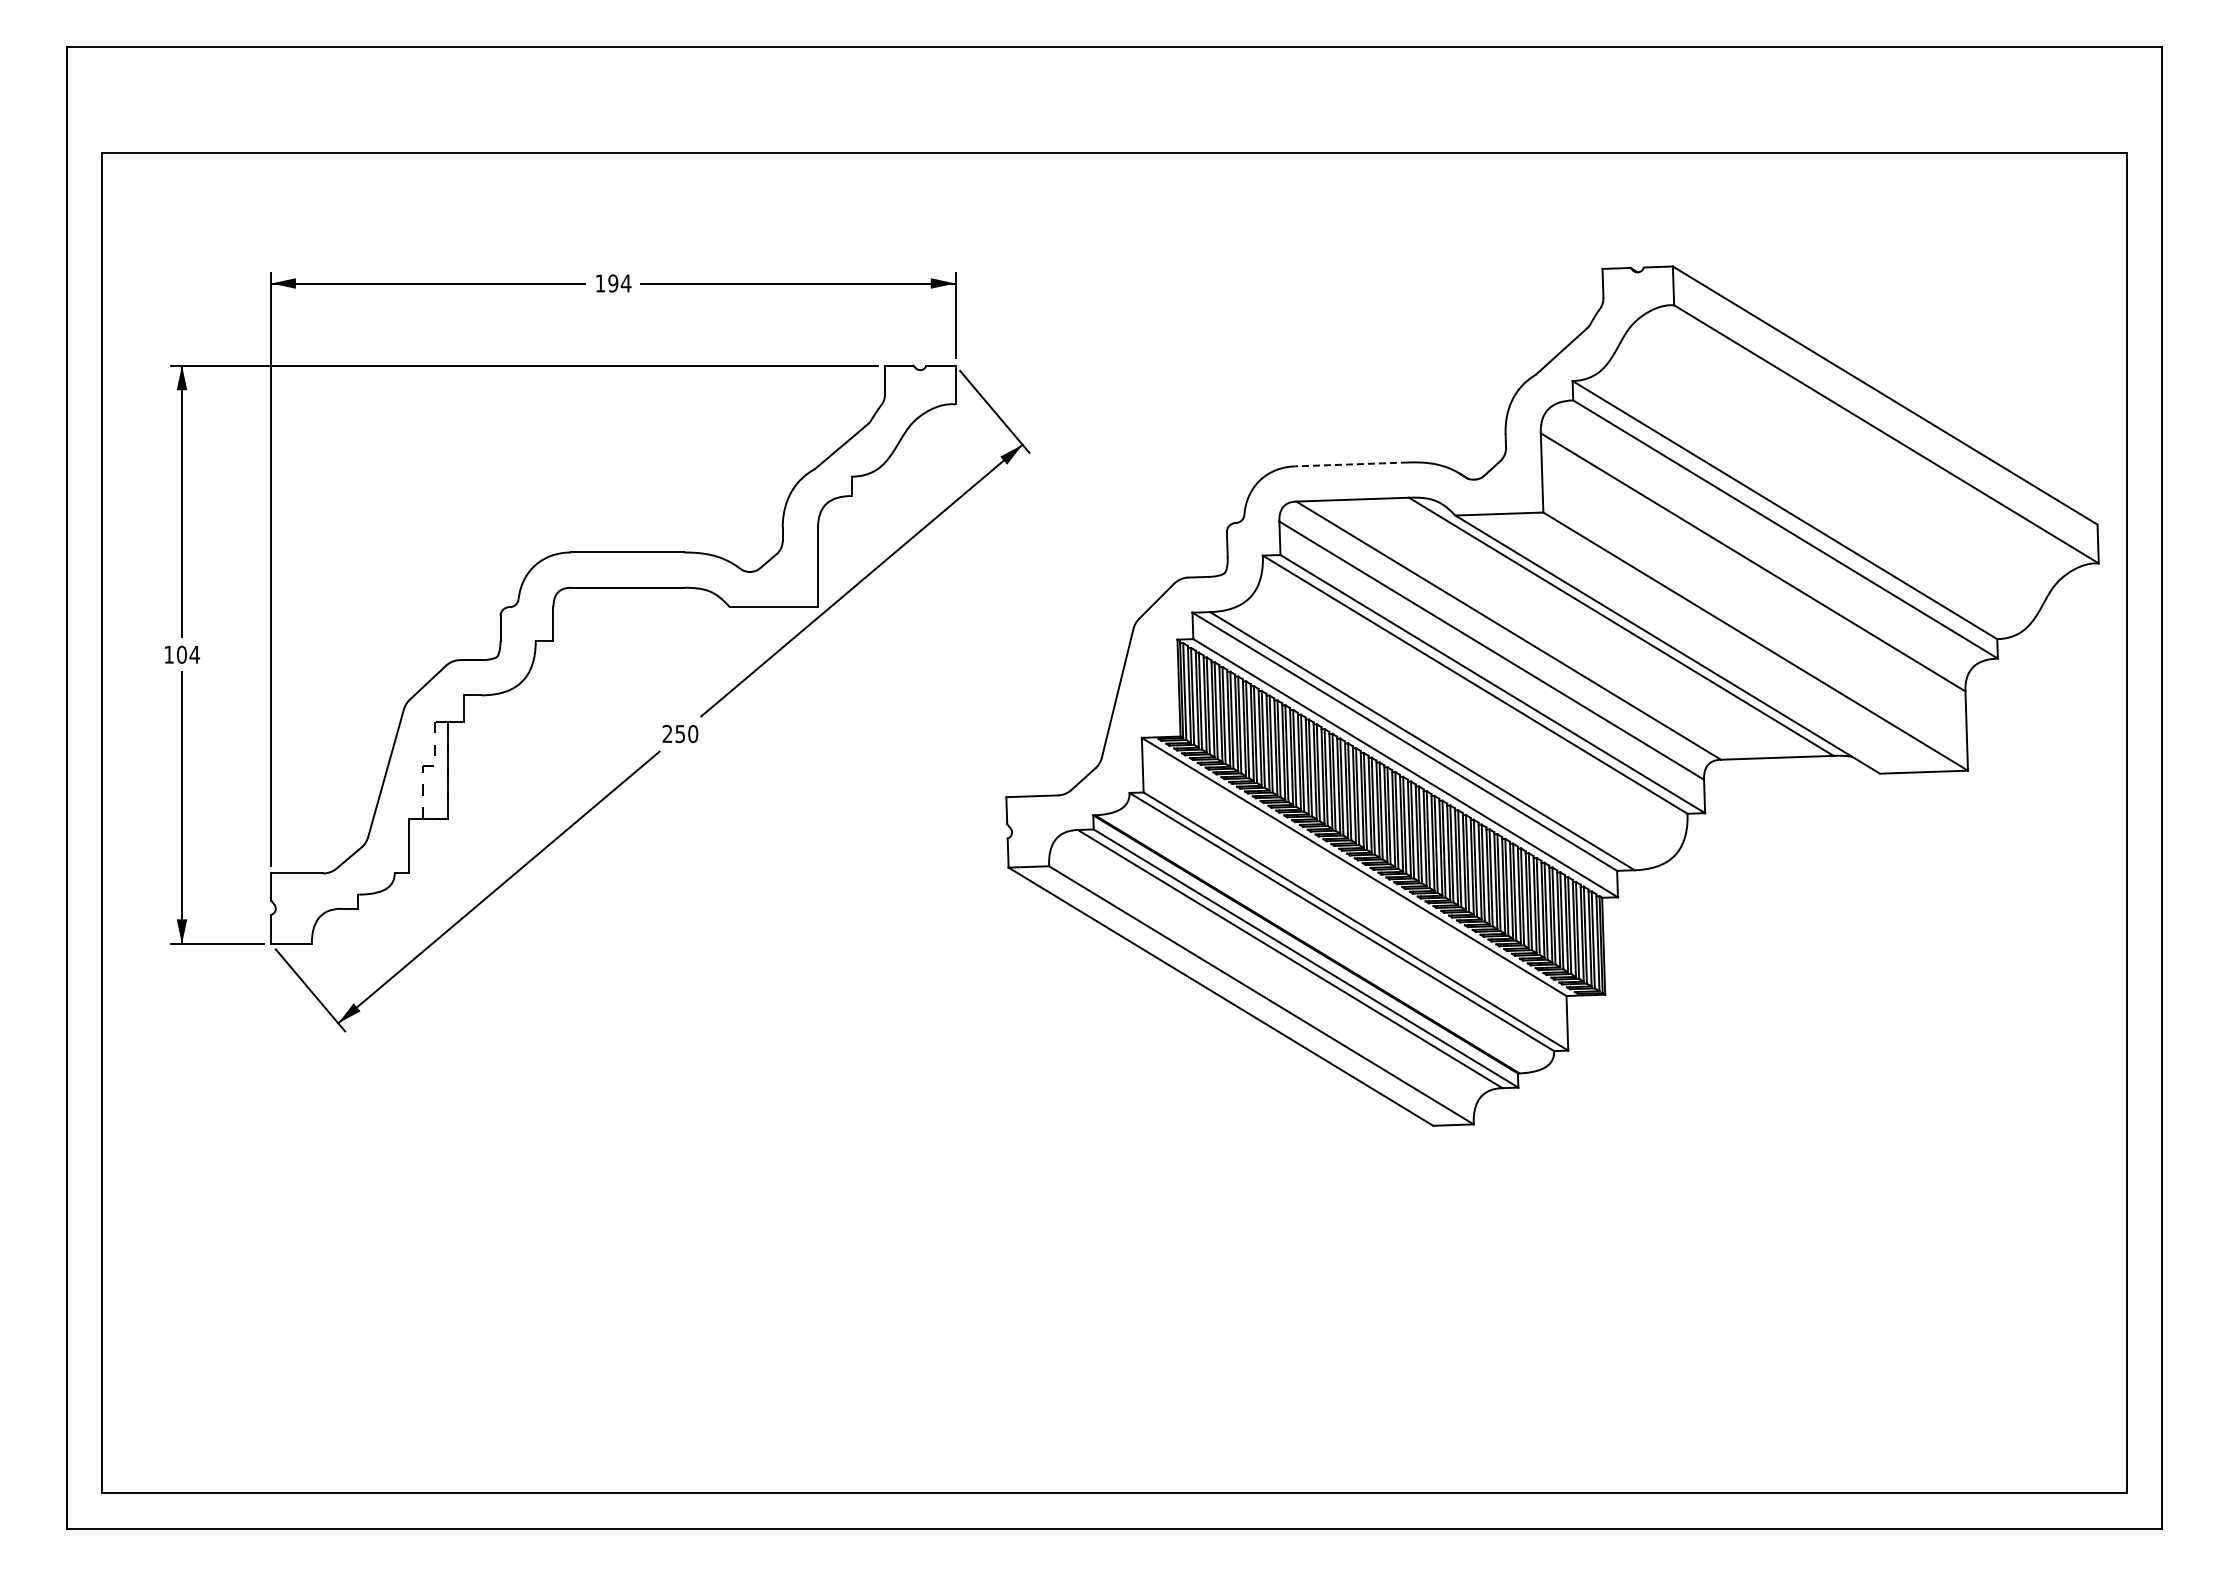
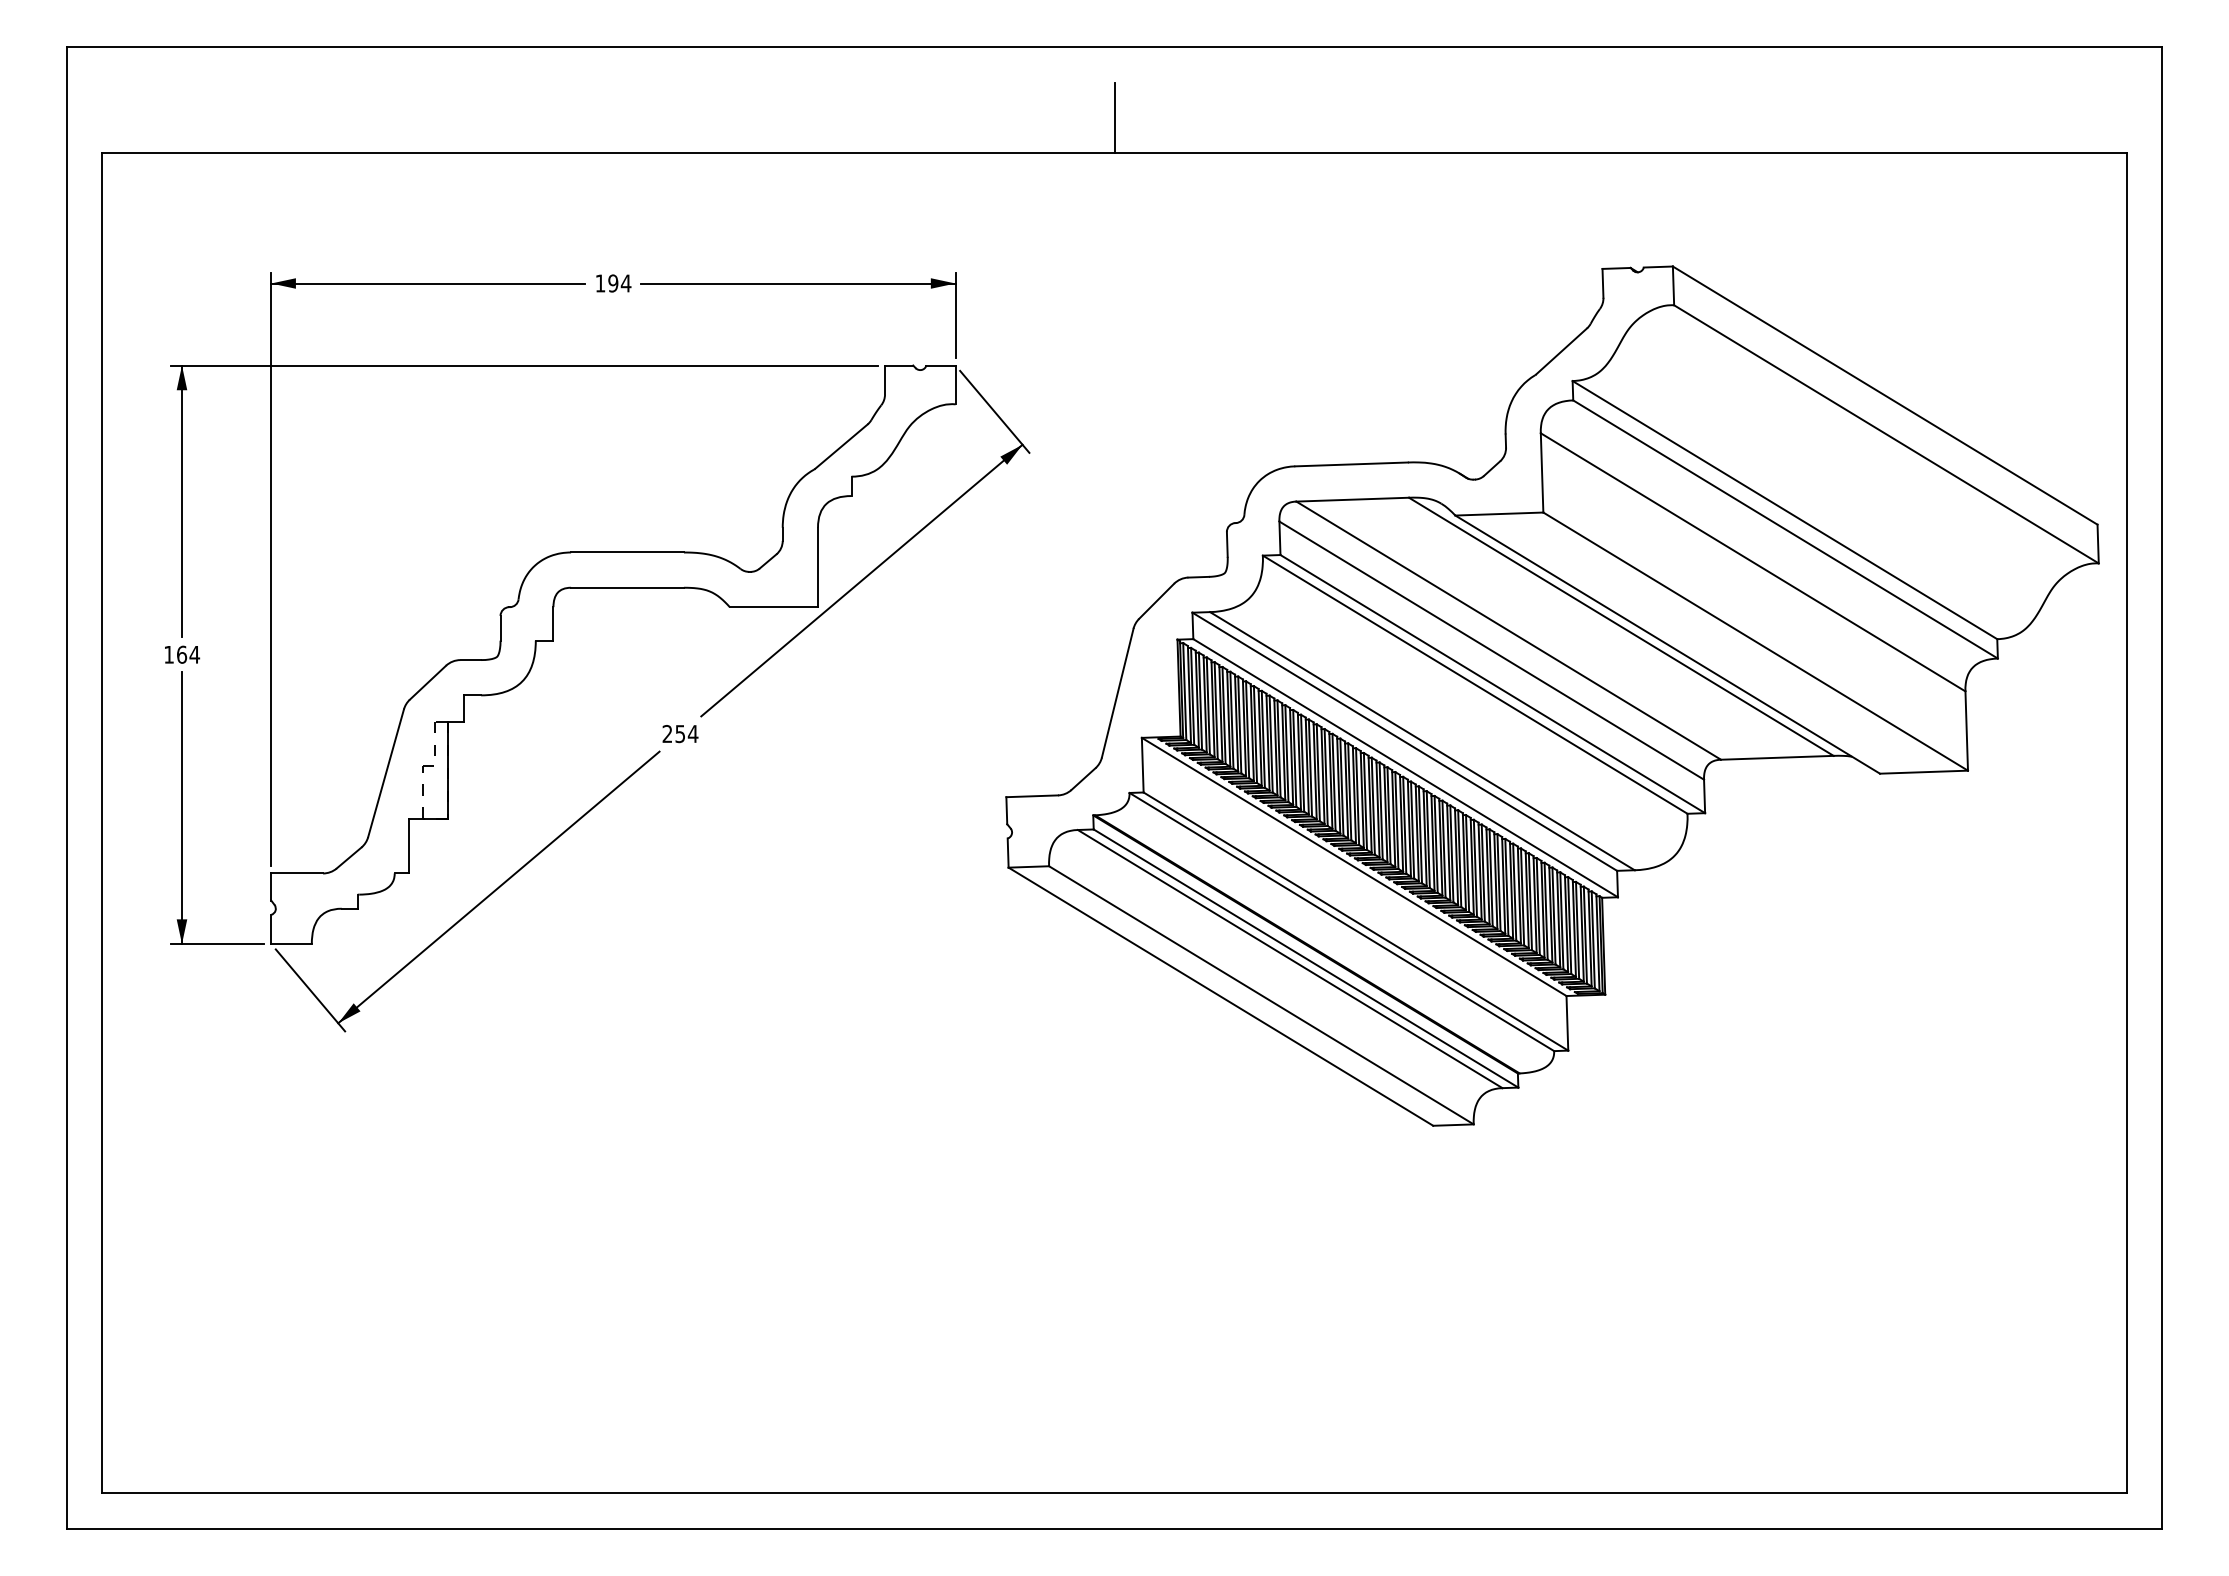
line at (1114, 117): none -> present
line at (1351, 464): dashed -> solid
text at (182, 654): 104 -> 164
text at (692, 734): 250 -> 254
